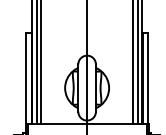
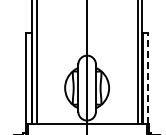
line at (40, 62): present -> none
line at (133, 62): present -> none
line at (148, 77): solid -> dashed
